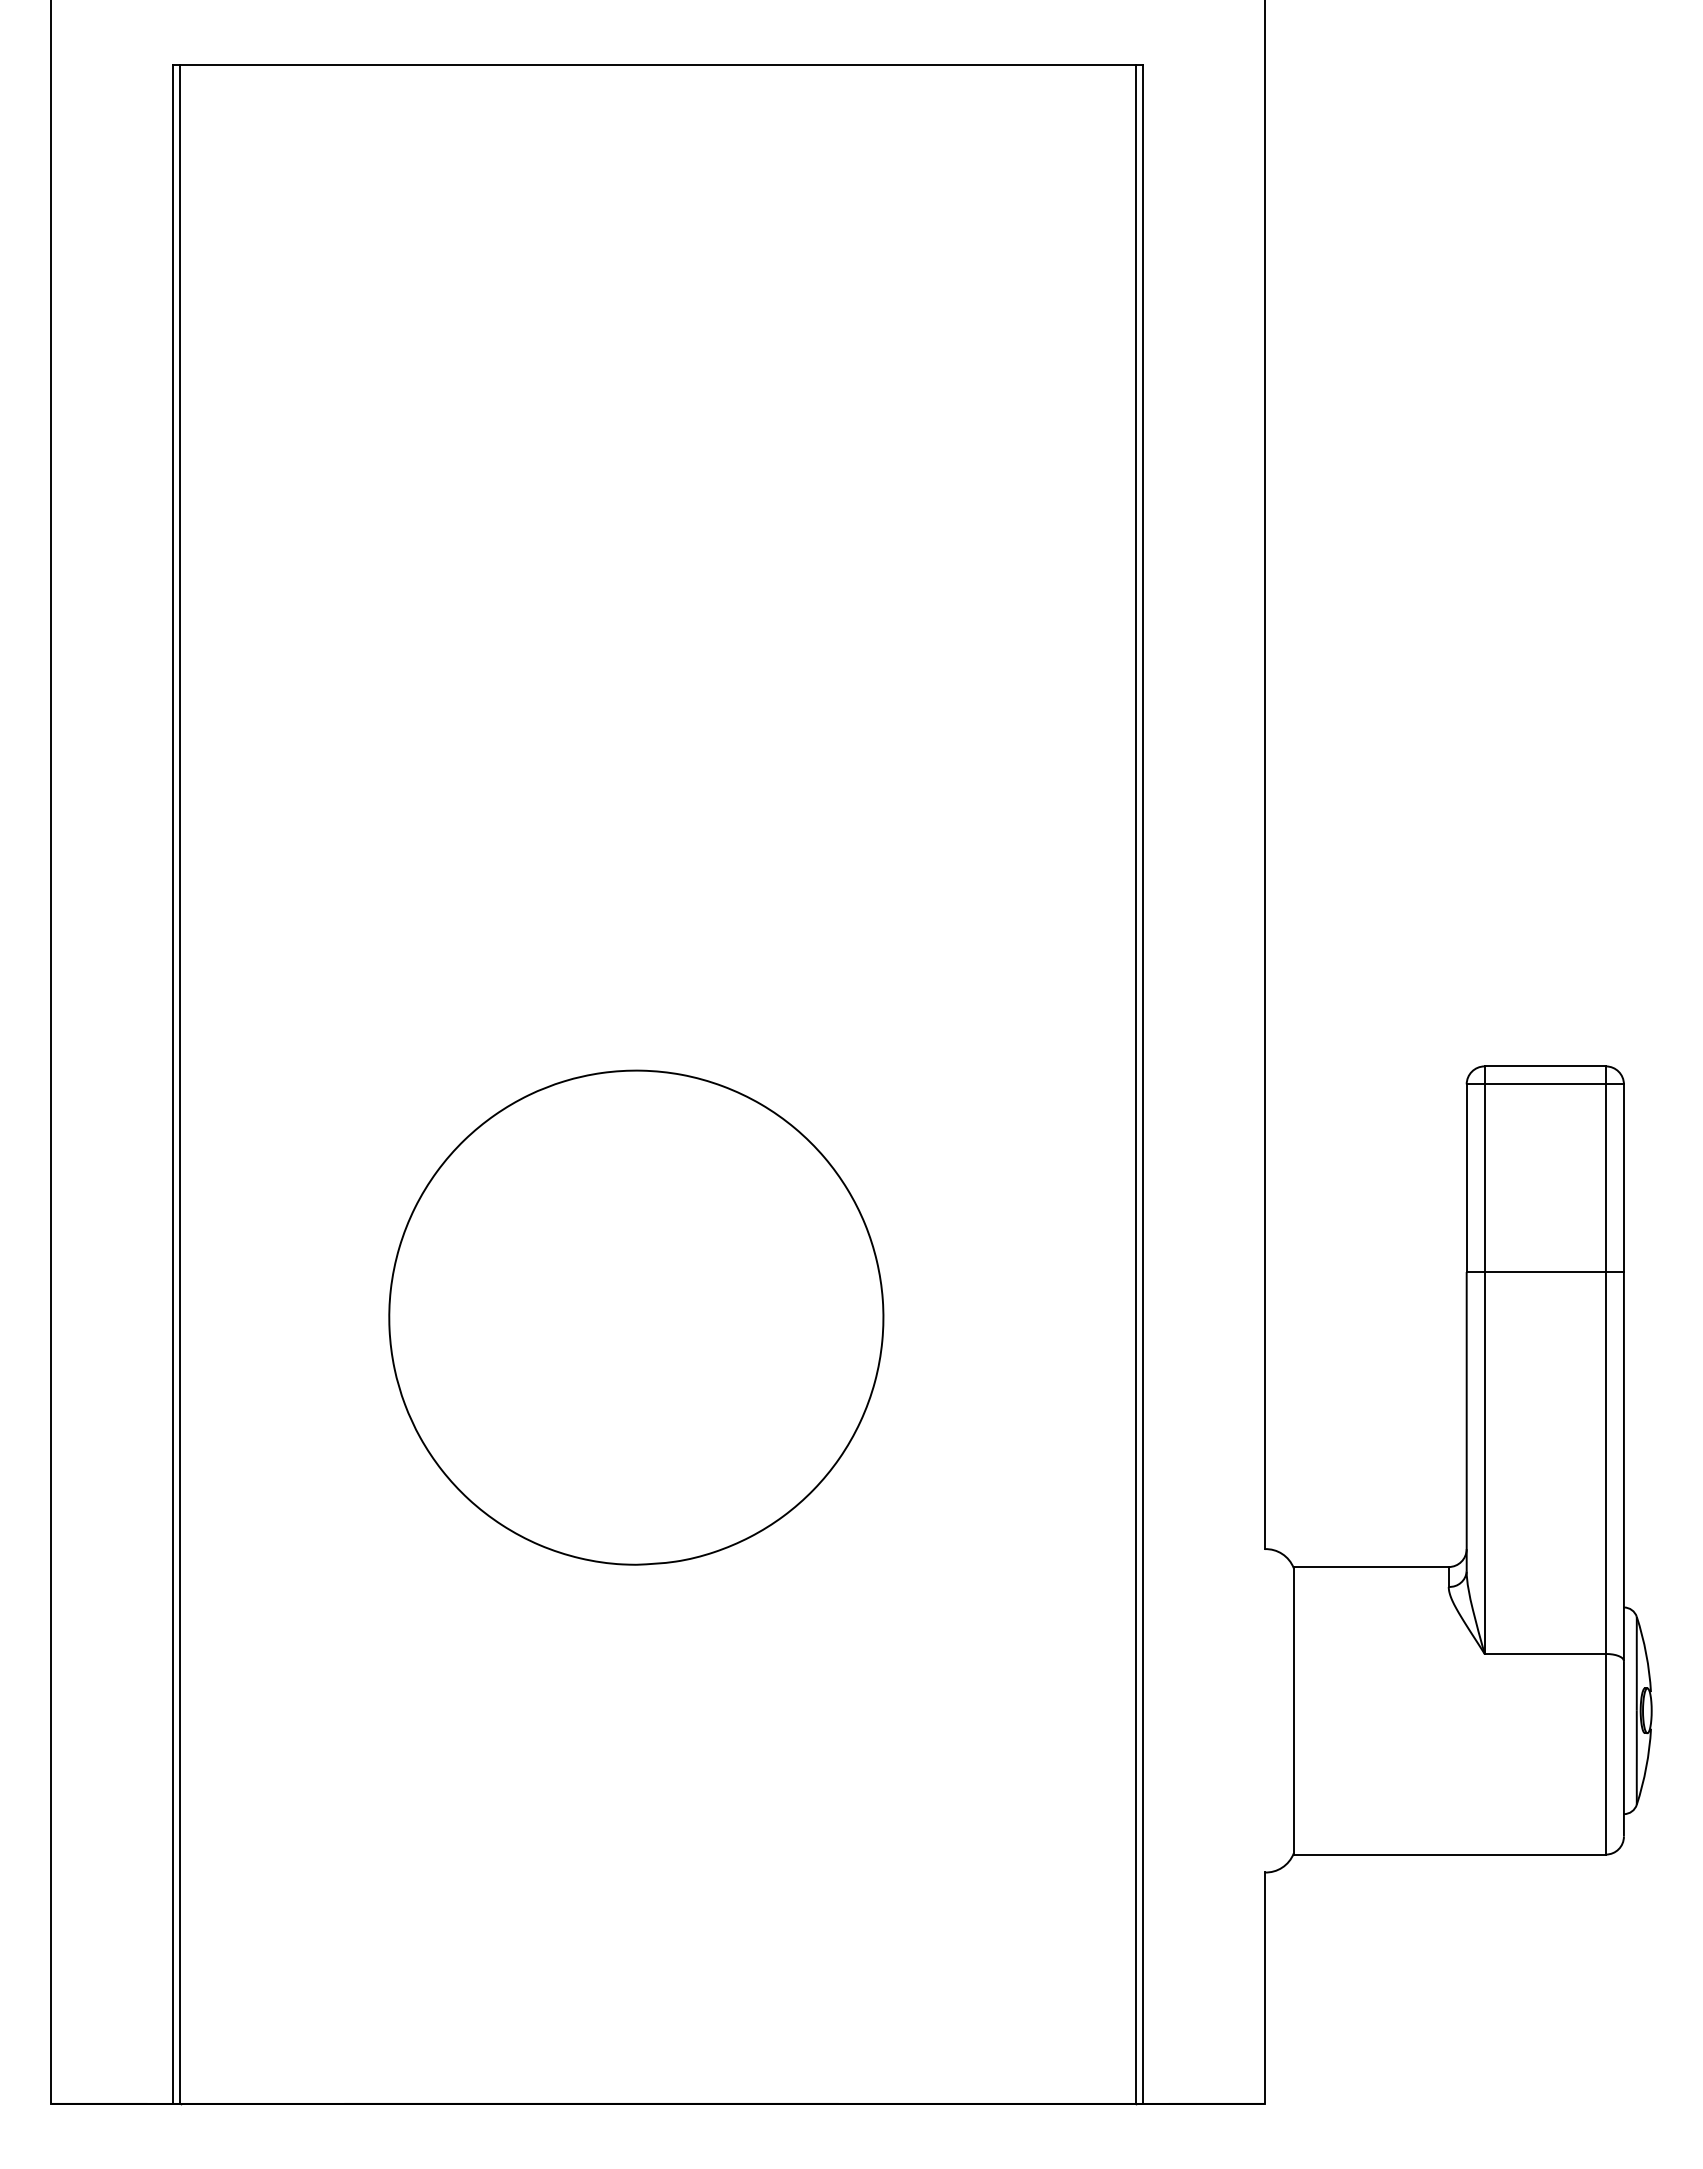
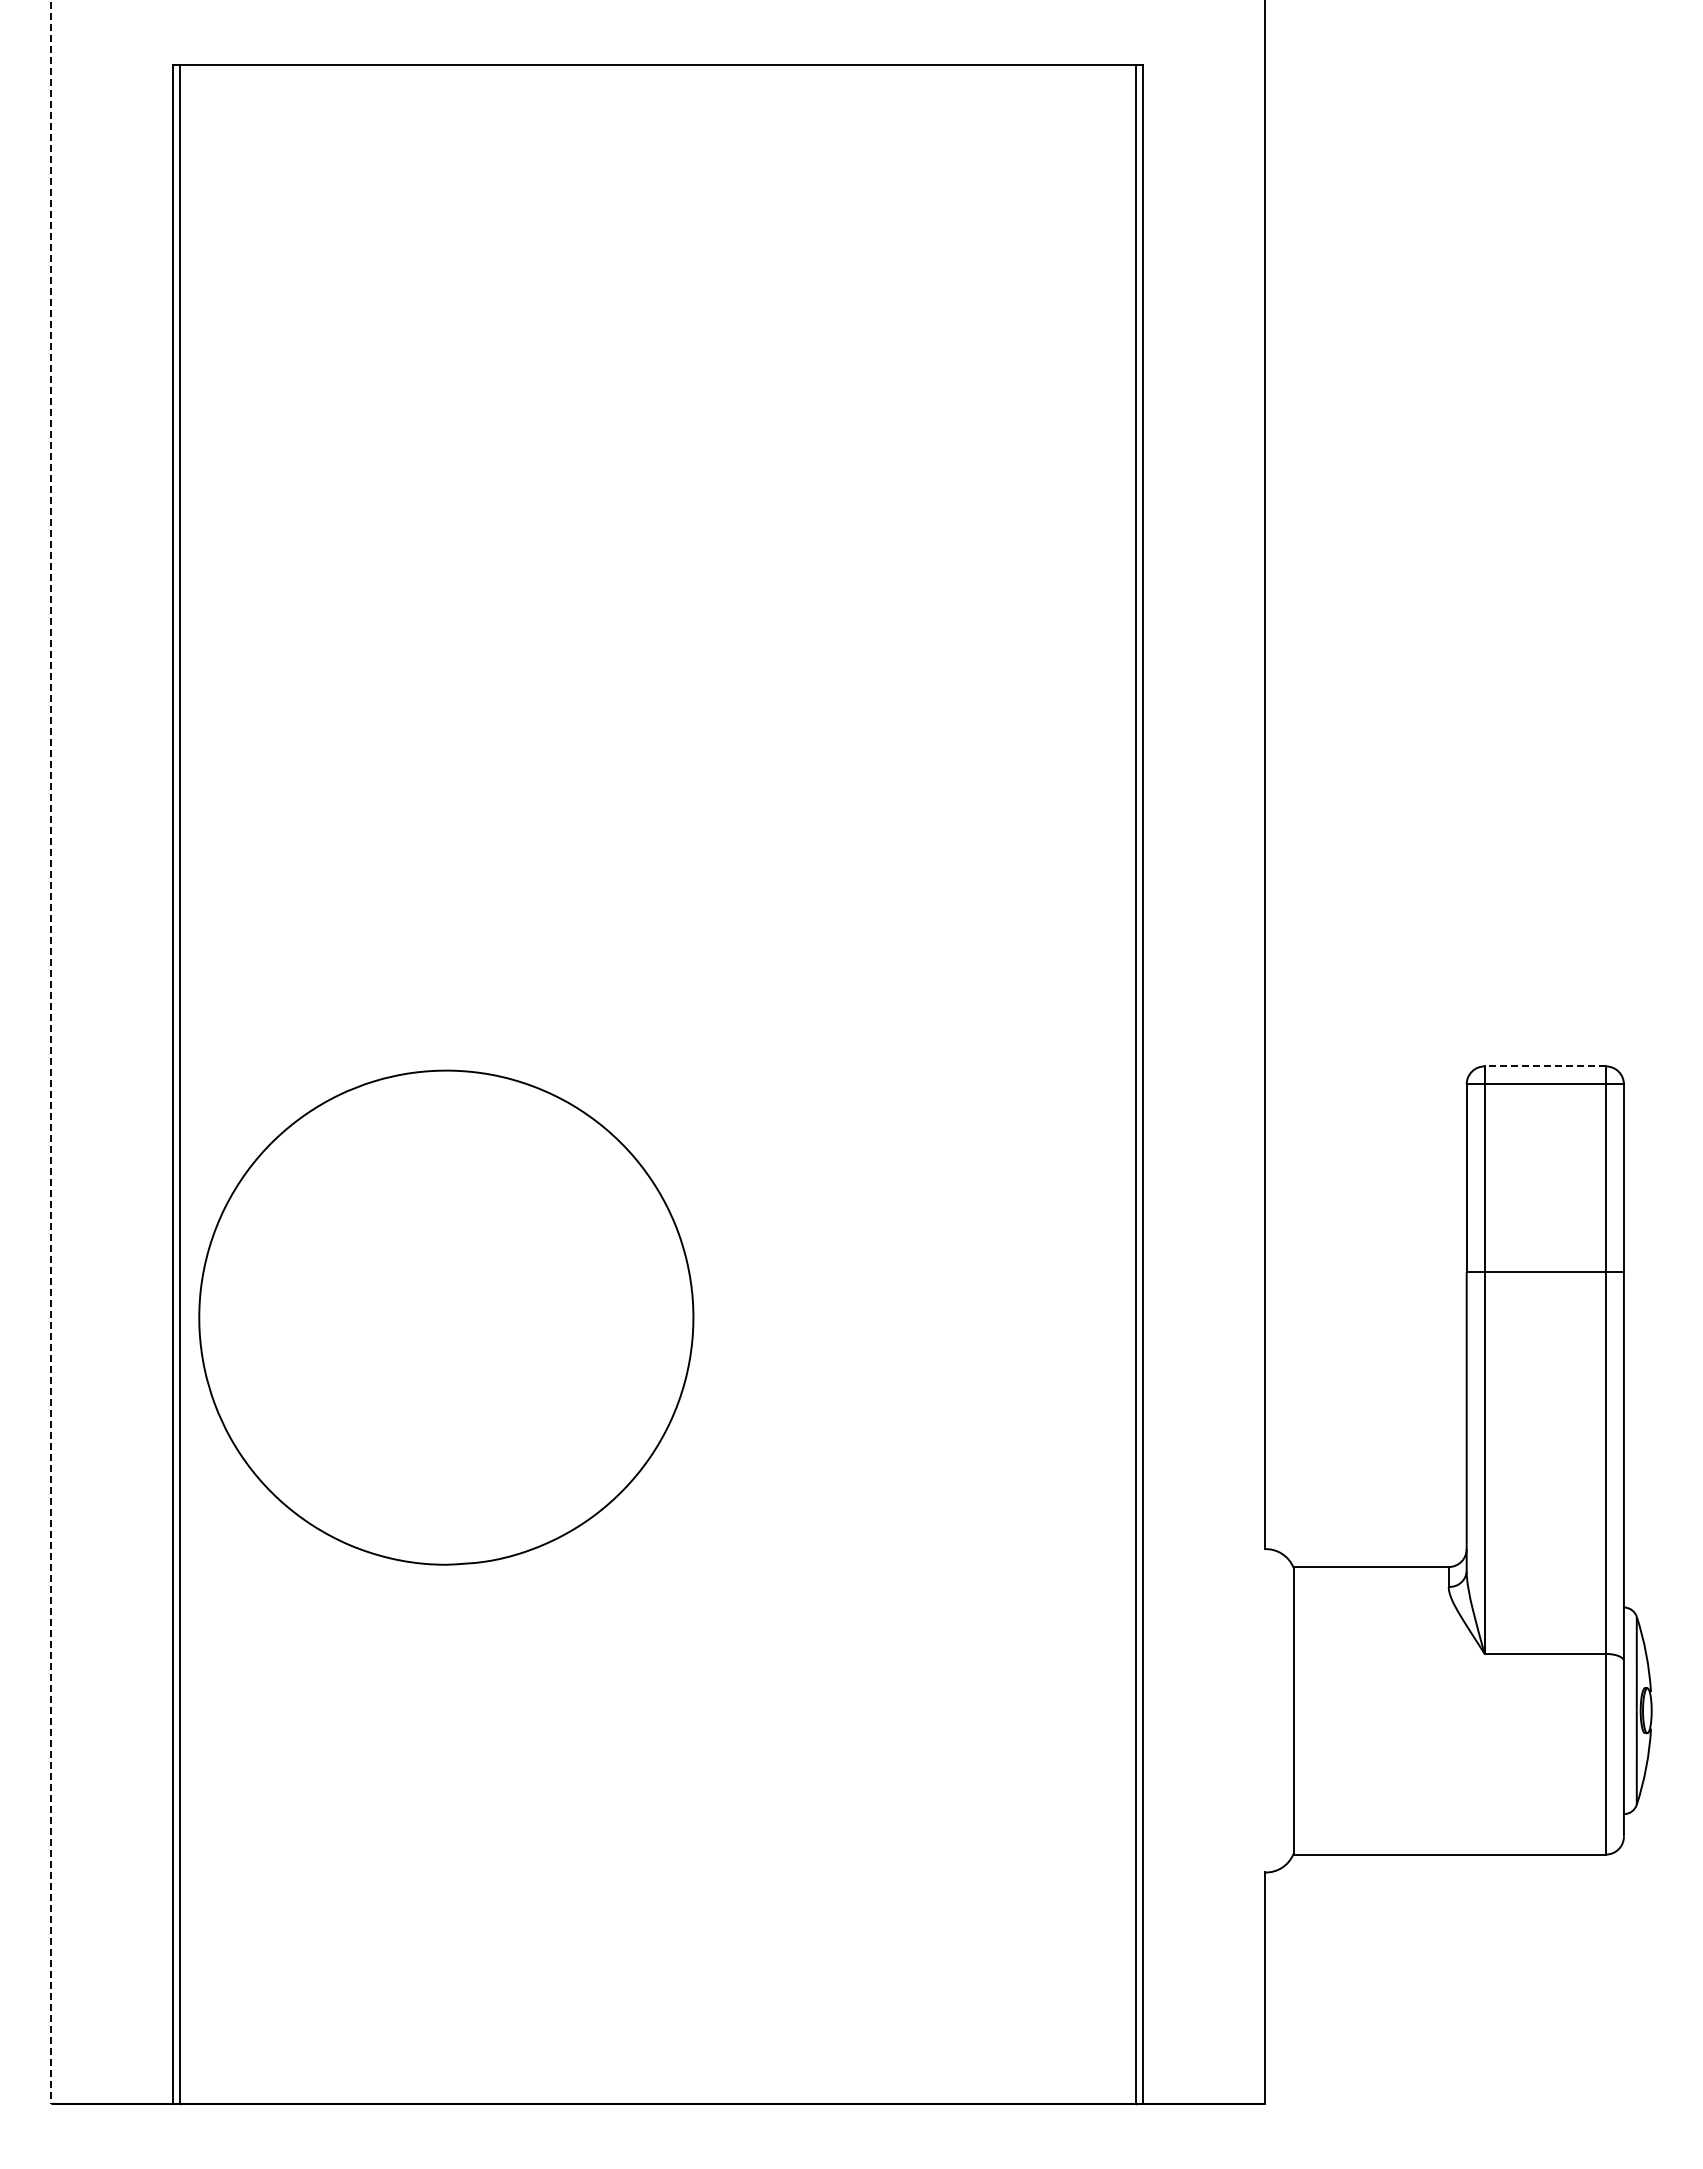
line at (51, 1052): solid -> dashed
line at (1545, 1066): solid -> dashed
part at (636, 1317) position: (636, 1317) -> (446, 1317)
